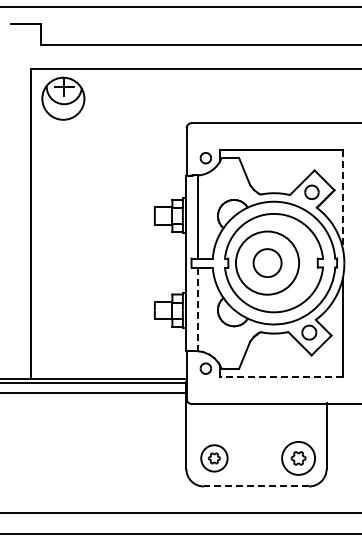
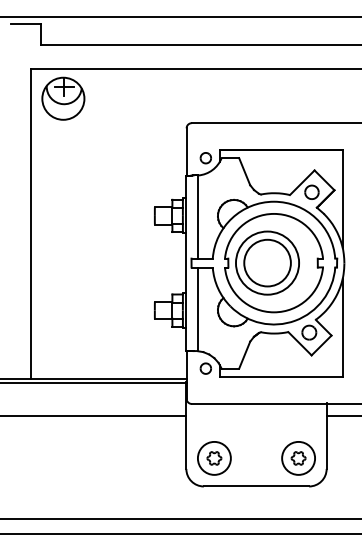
line at (180, 6) position: (180, 6) -> (180, 16)
line at (342, 199): dashed -> solid
circle at (267, 263) diameter: 28 px -> 47 px
line at (197, 309): dashed -> solid
line at (280, 376): dashed -> solid
line at (94, 393) position: (94, 393) -> (94, 416)
line at (342, 416): none -> present
part at (214, 458) size: 29x29 px -> 35x35 px
line at (256, 486): dashed -> solid
line at (180, 512) position: (180, 512) -> (180, 518)
